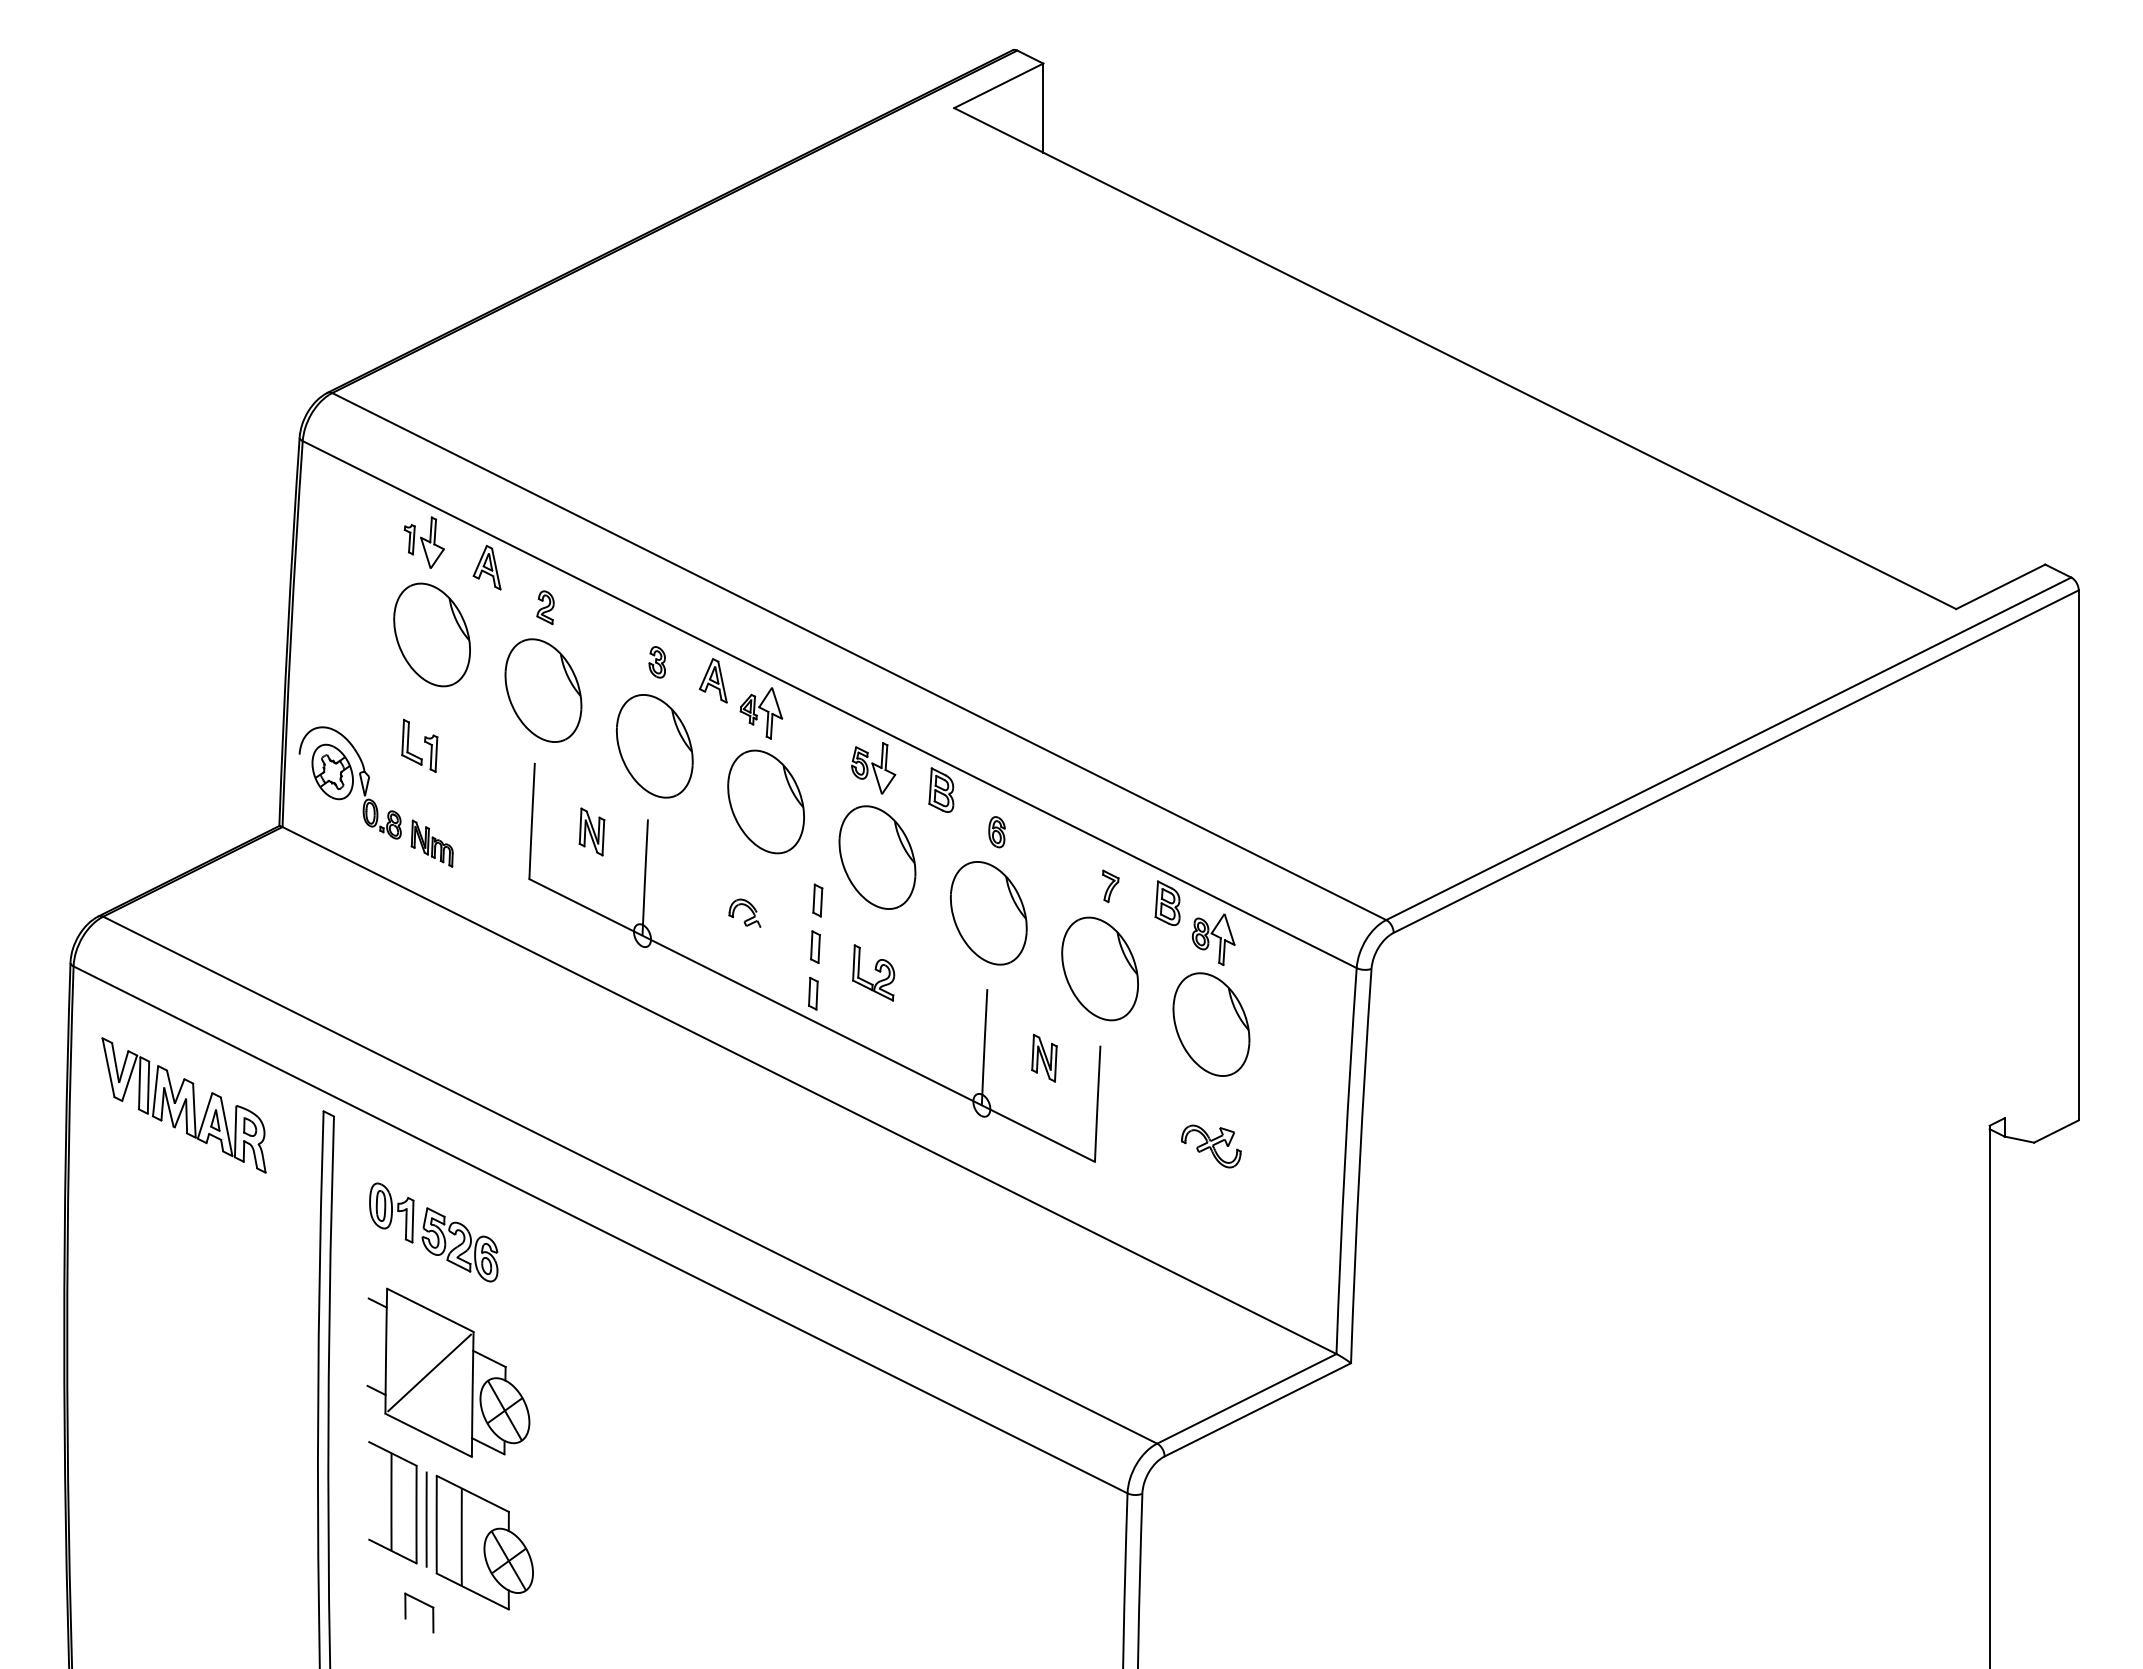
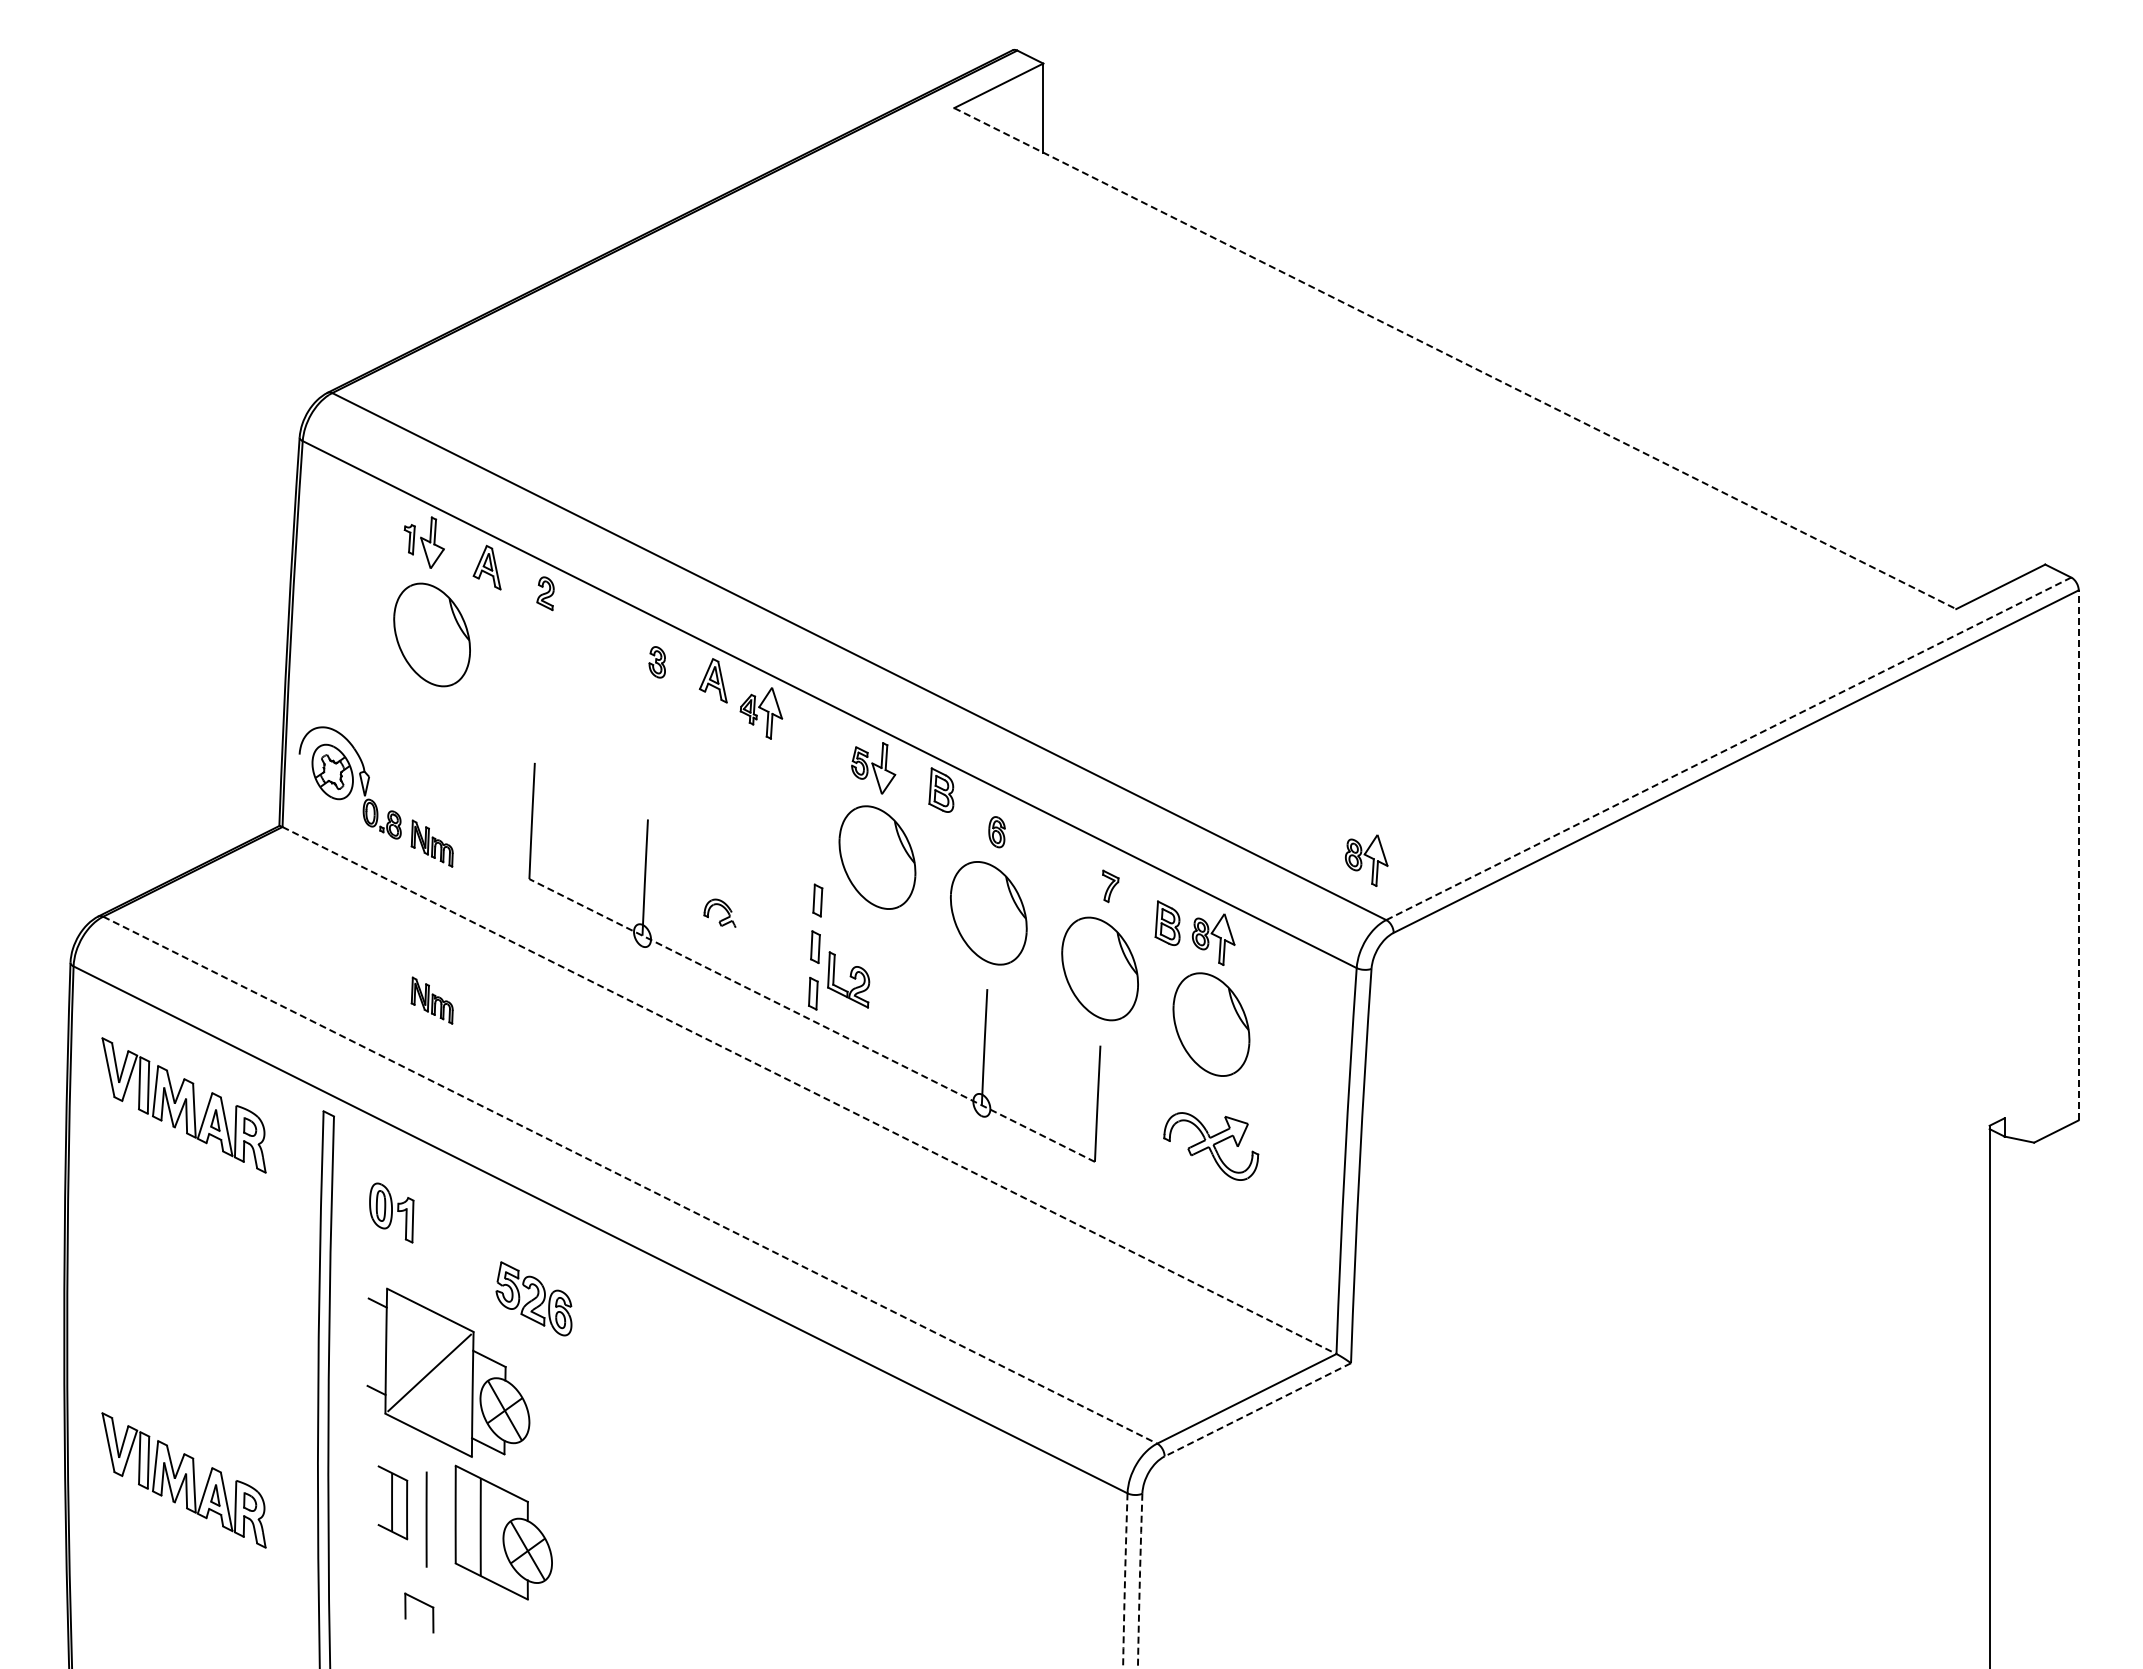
line at (1455, 358): solid -> dashed
part at (545, 607) position: (545, 607) -> (545, 593)
part at (543, 690): present -> none
part at (419, 745): present -> none
part at (654, 746): present -> none
line at (1728, 748): solid -> dashed
part at (765, 801): present -> none
part at (591, 831): present -> none
line at (2078, 854): solid -> dashed
part at (1366, 860): none -> present
part at (1167, 902) position: (1167, 902) -> (1167, 922)
part at (744, 912) position: (744, 912) -> (719, 912)
part at (873, 972) position: (873, 972) -> (848, 979)
part at (431, 1000): none -> present
line at (811, 1020): solid -> dashed
part at (1044, 1057): present -> none
line at (809, 1090): solid -> dashed
part at (1211, 1146) size: 61x45 px -> 97x69 px
line at (630, 1180): solid -> dashed
part at (459, 1244) position: (459, 1244) -> (533, 1298)
line at (1257, 1410): solid -> dashed
part at (183, 1480): none -> present
part at (392, 1502) size: 50x124 px -> 32x76 px
part at (484, 1542) position: (484, 1542) -> (503, 1532)
arc at (1125, 1580): solid -> dashed
arc at (1139, 1581): solid -> dashed
